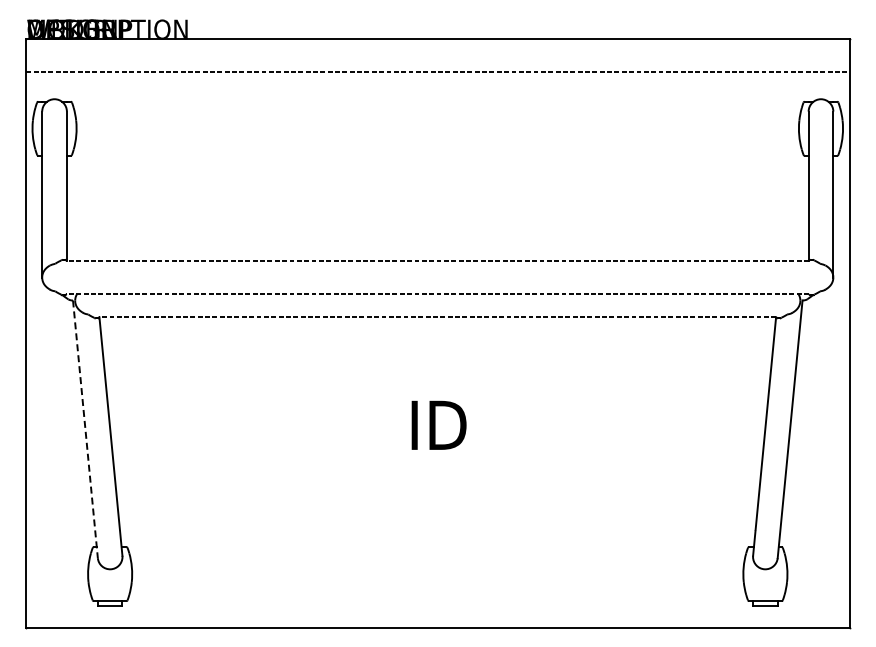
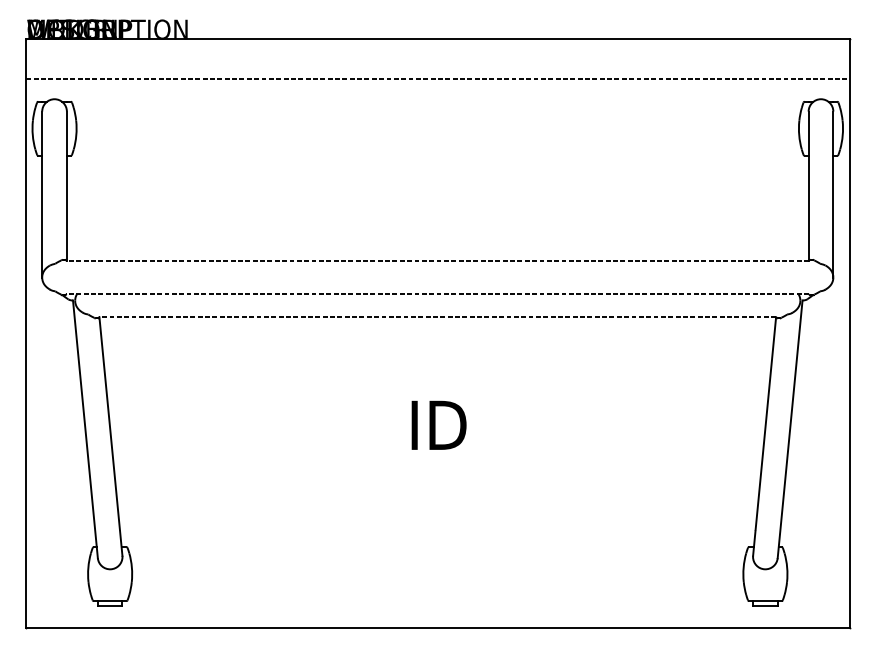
line at (437, 71) position: (437, 71) -> (437, 78)
line at (85, 429): dashed -> solid
